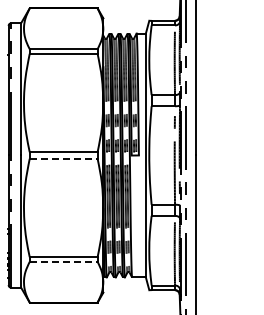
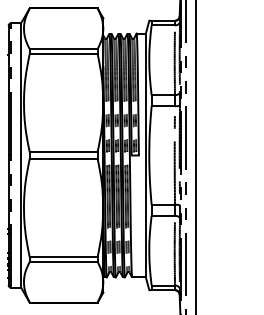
line at (63, 158): dashed -> solid
line at (63, 261): dashed -> solid
